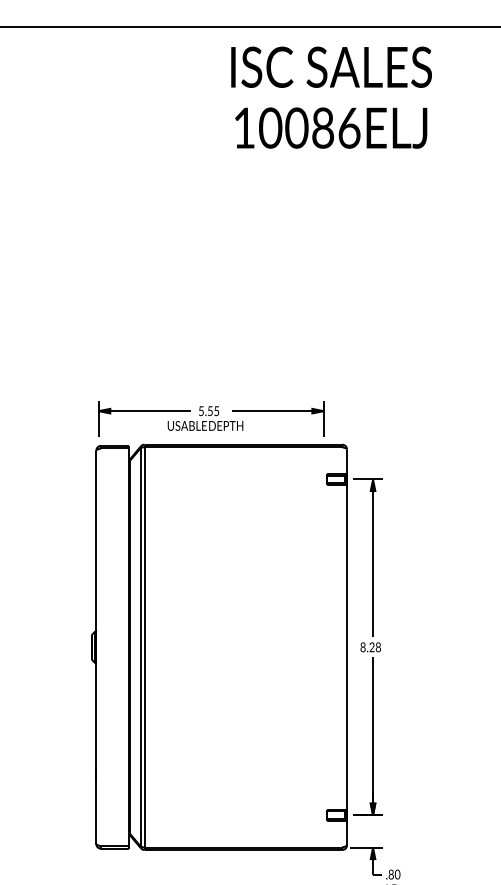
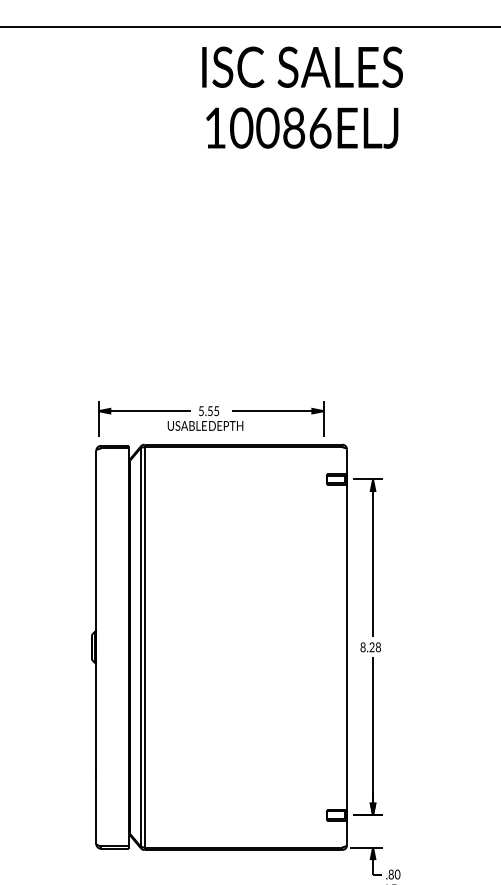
text at (331, 97) position: (331, 97) -> (302, 97)
